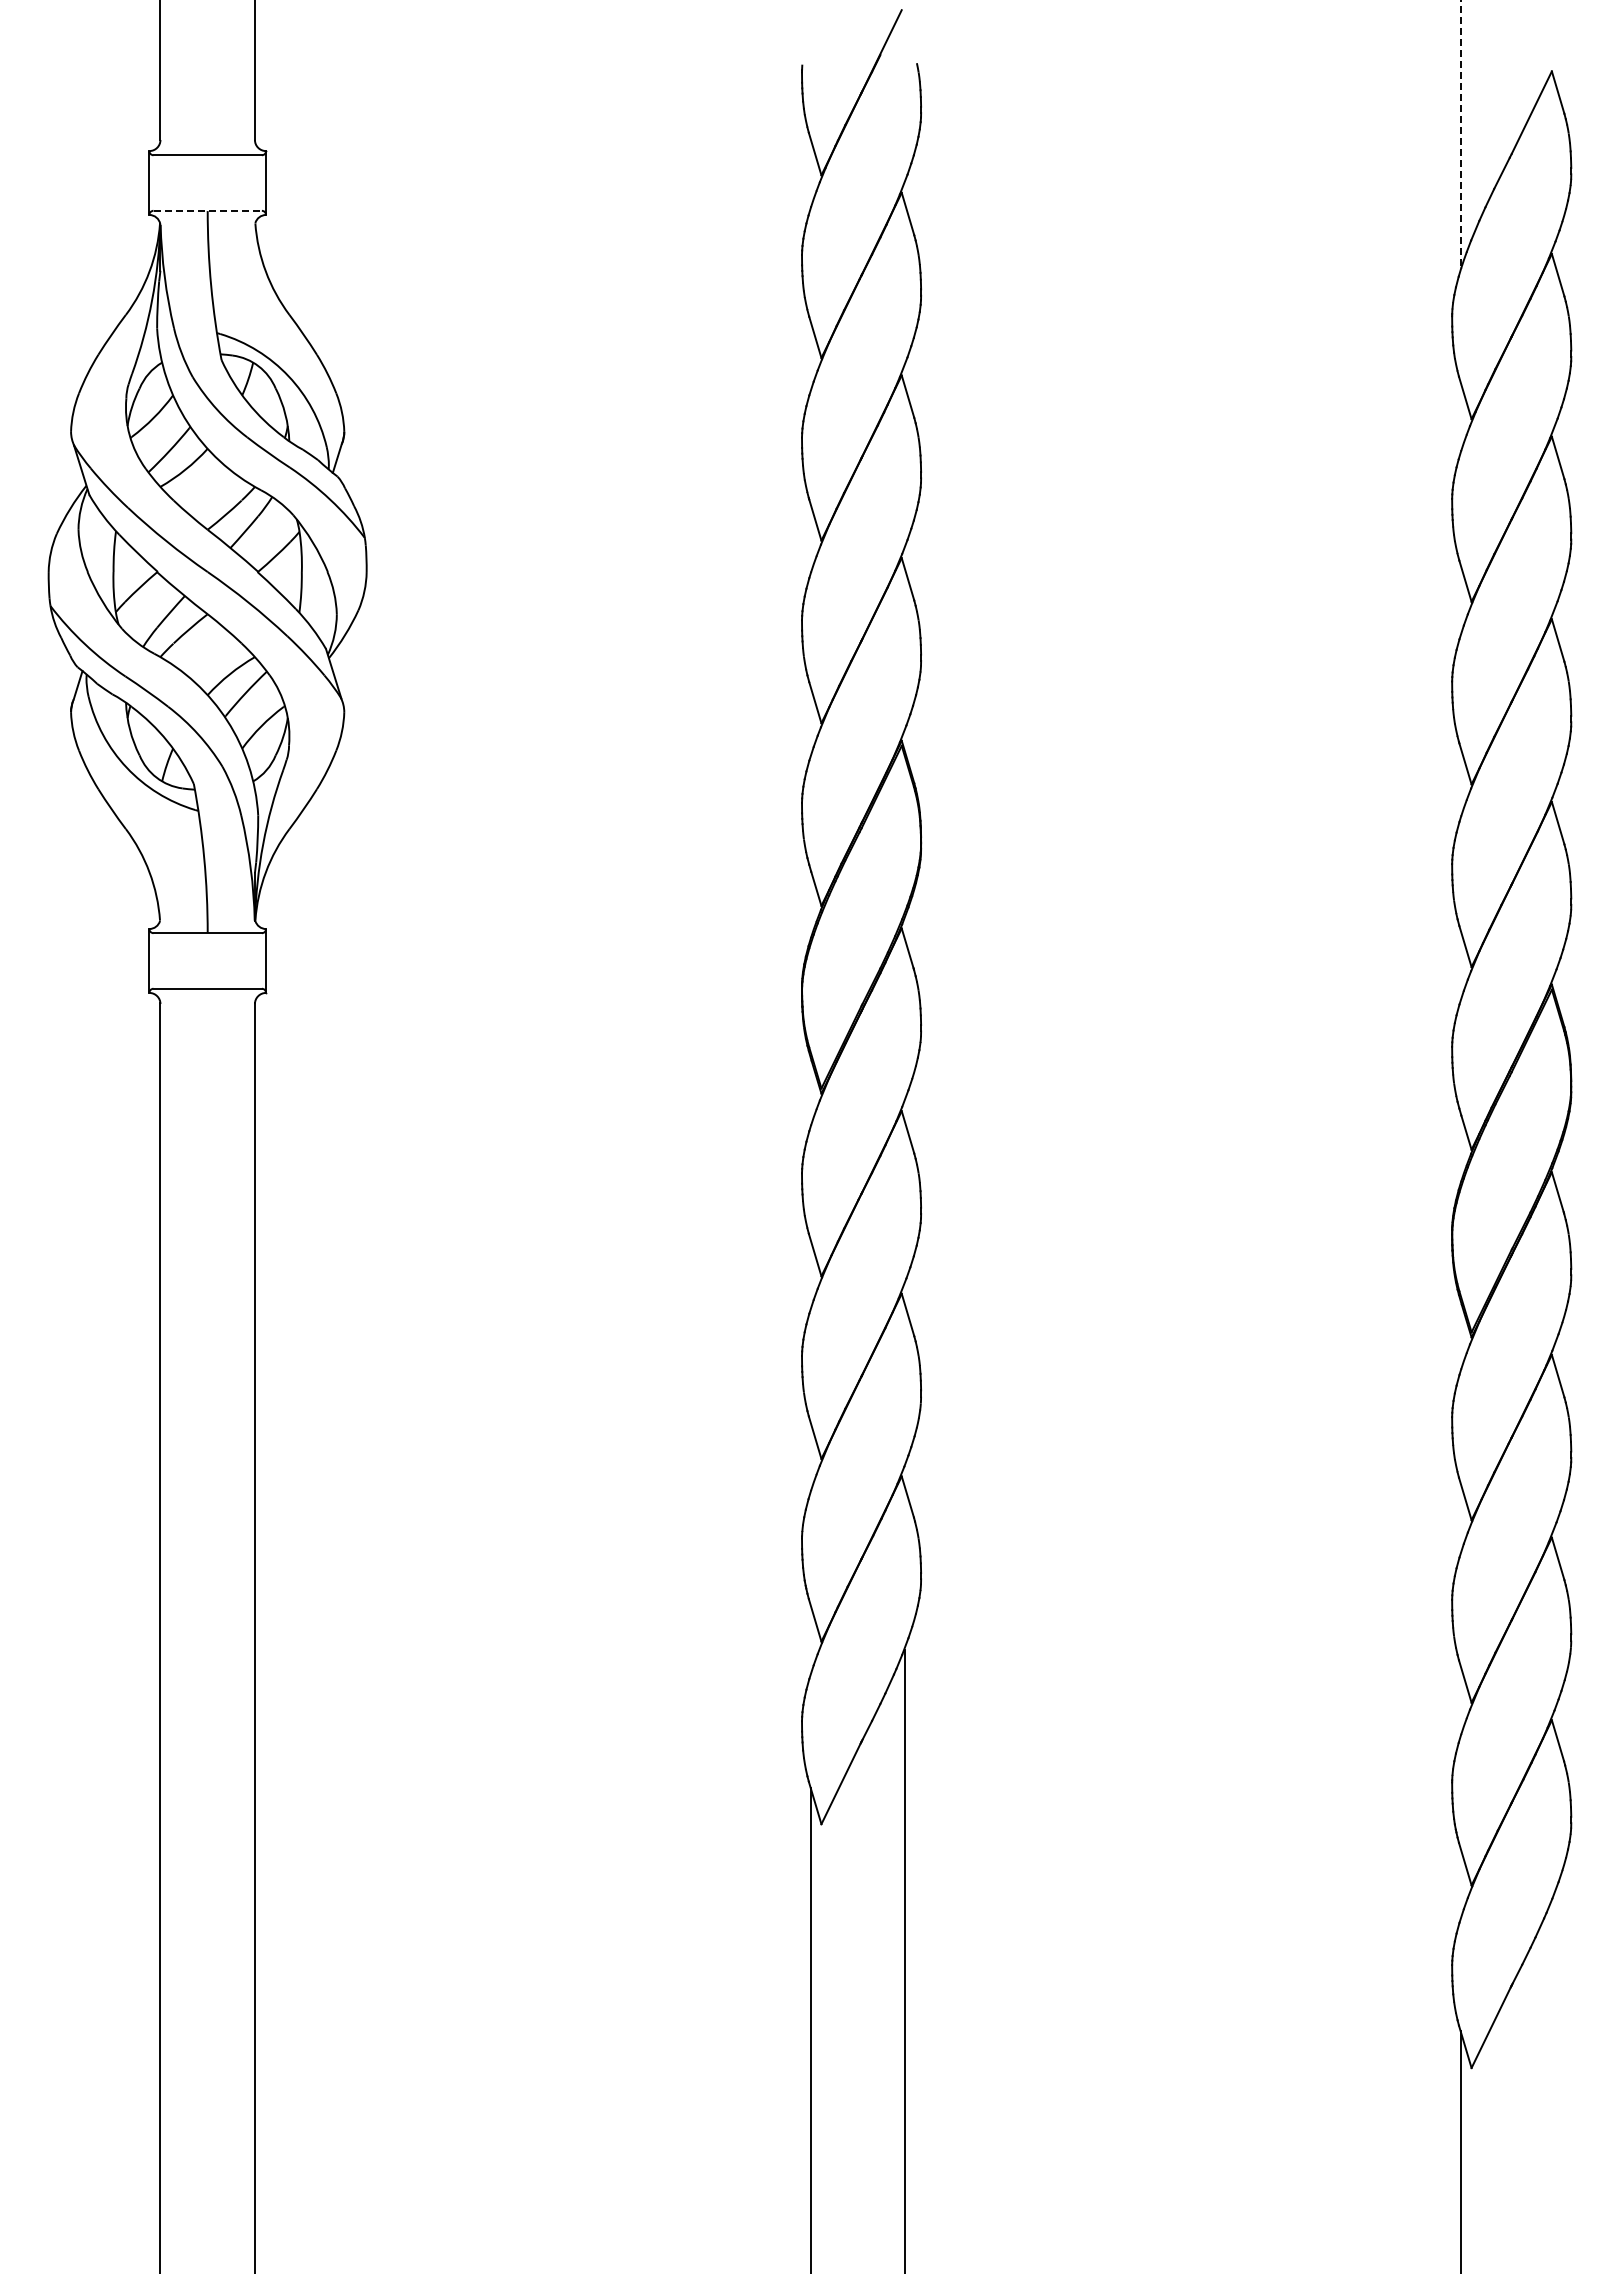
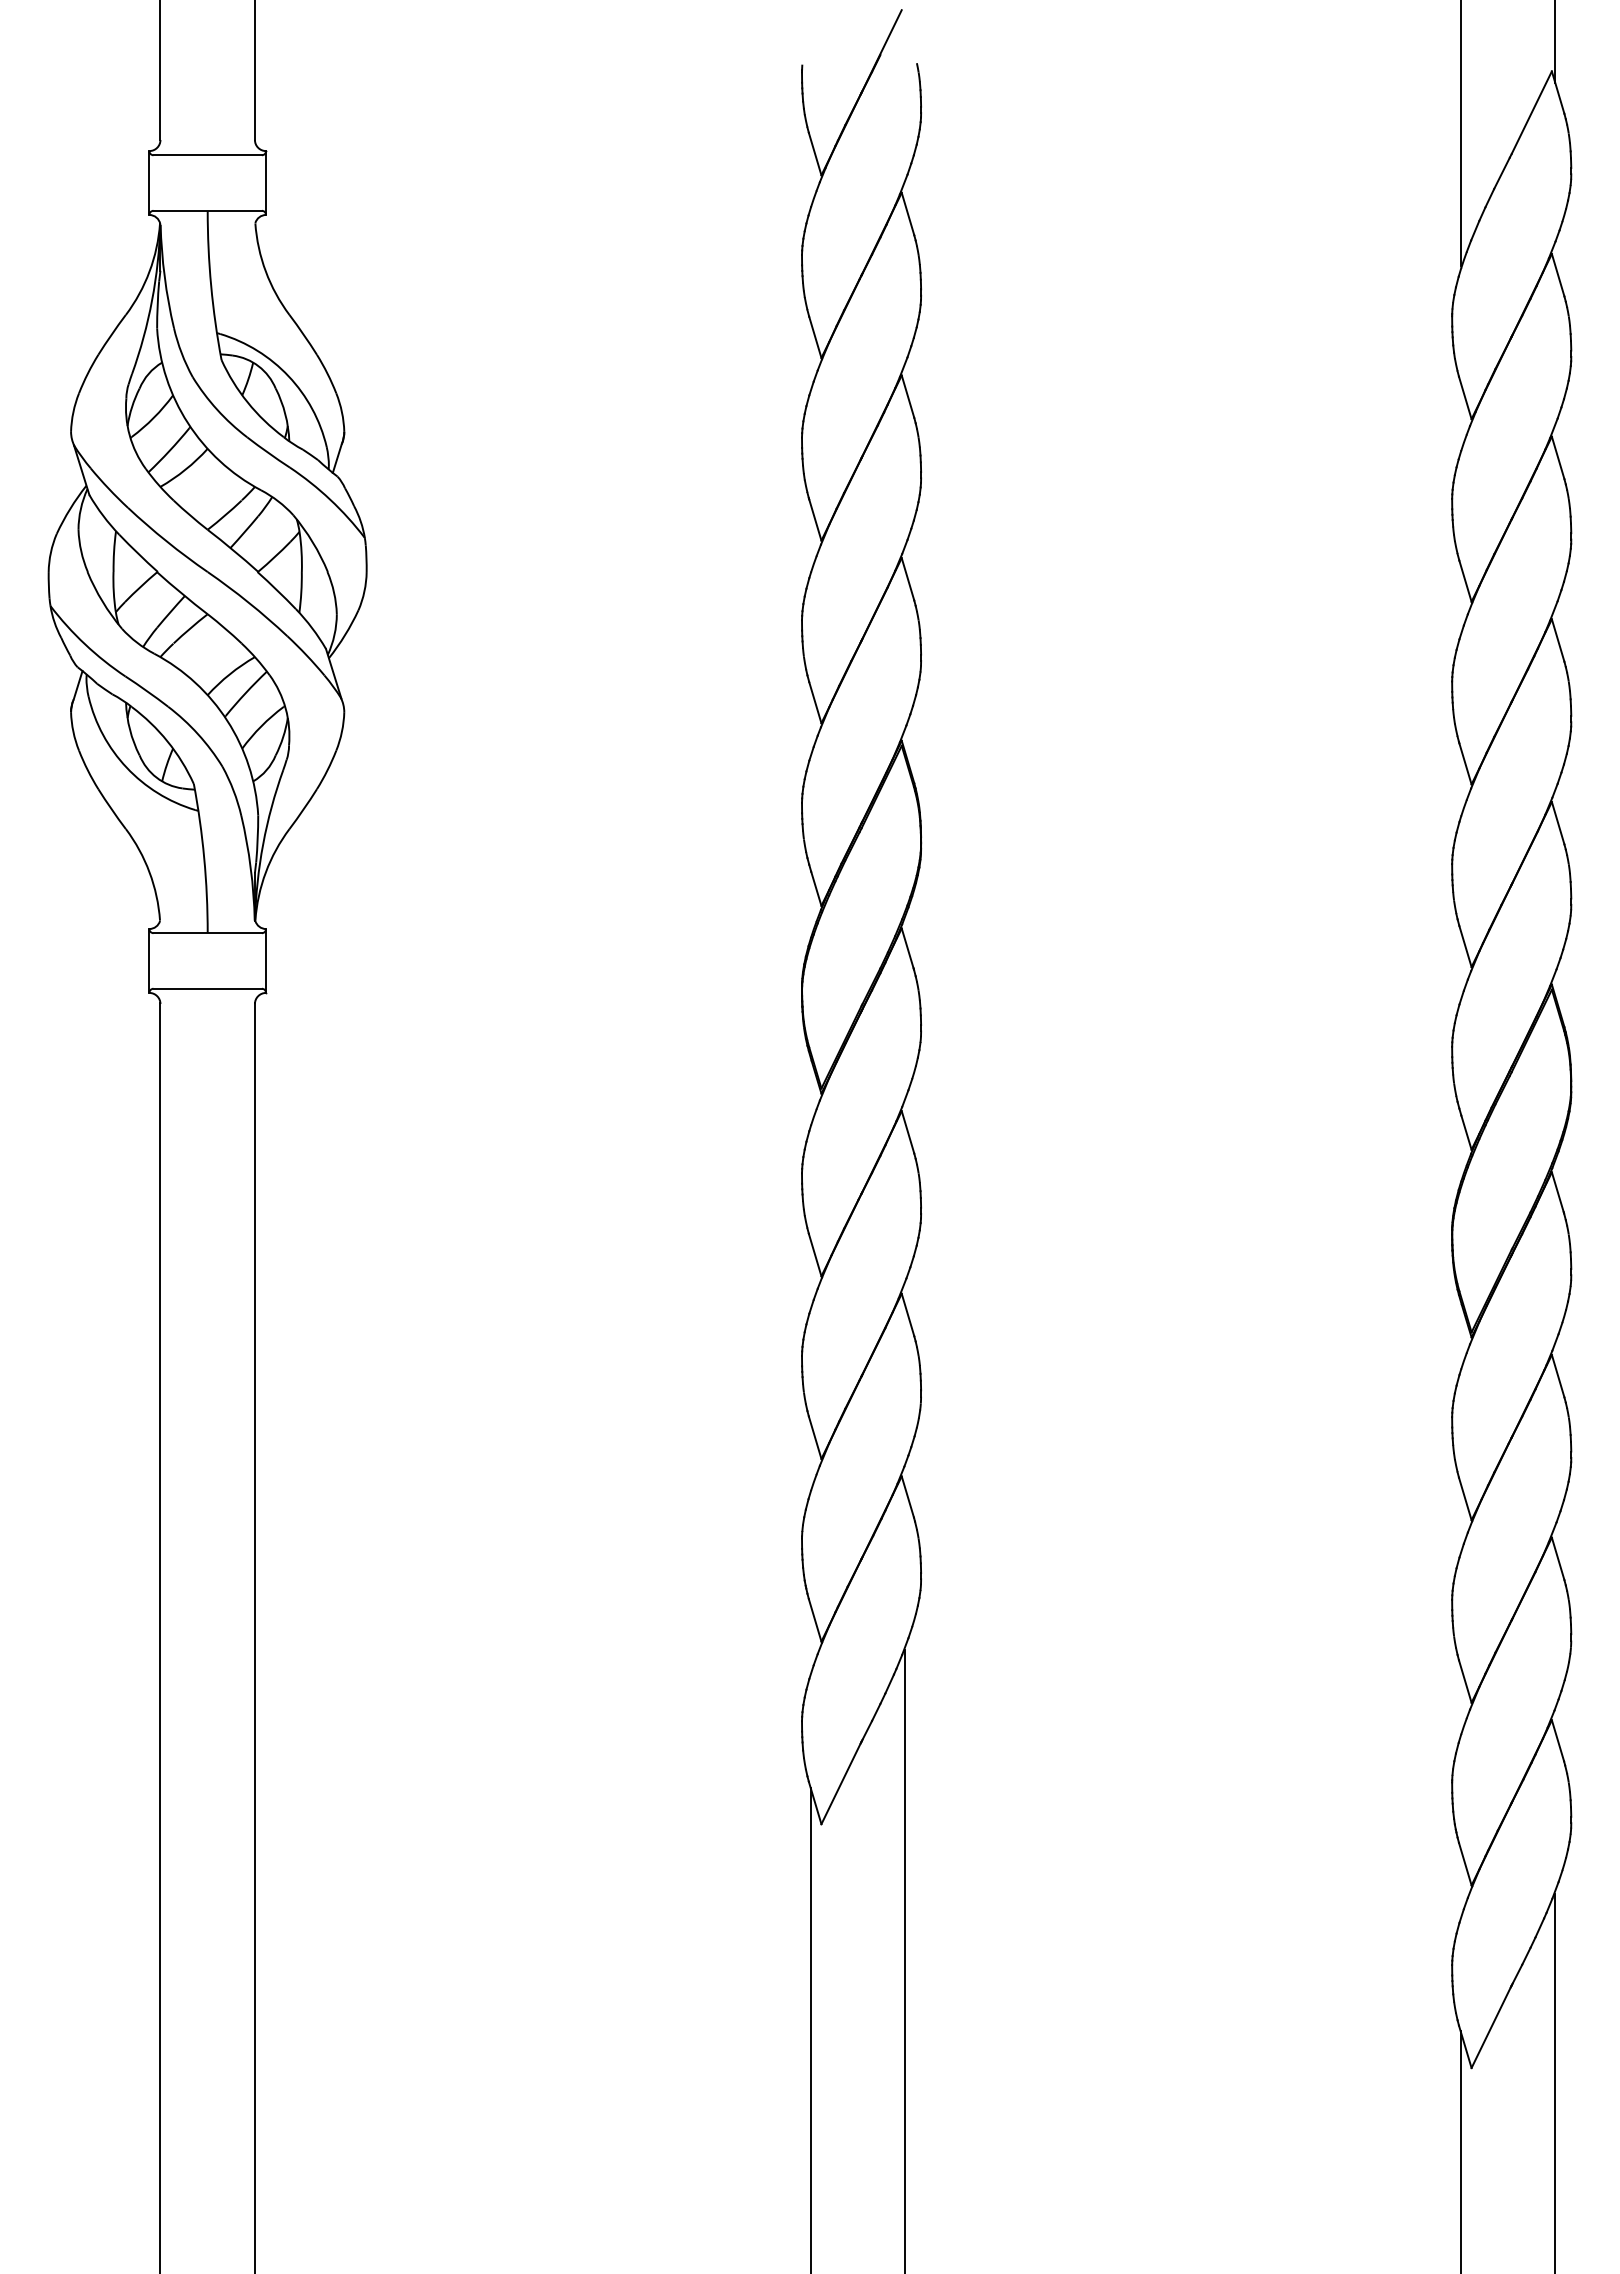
line at (1555, 42): none -> present
line at (1460, 132): dashed -> solid
line at (208, 210): dashed -> solid
line at (1555, 2082): none -> present
